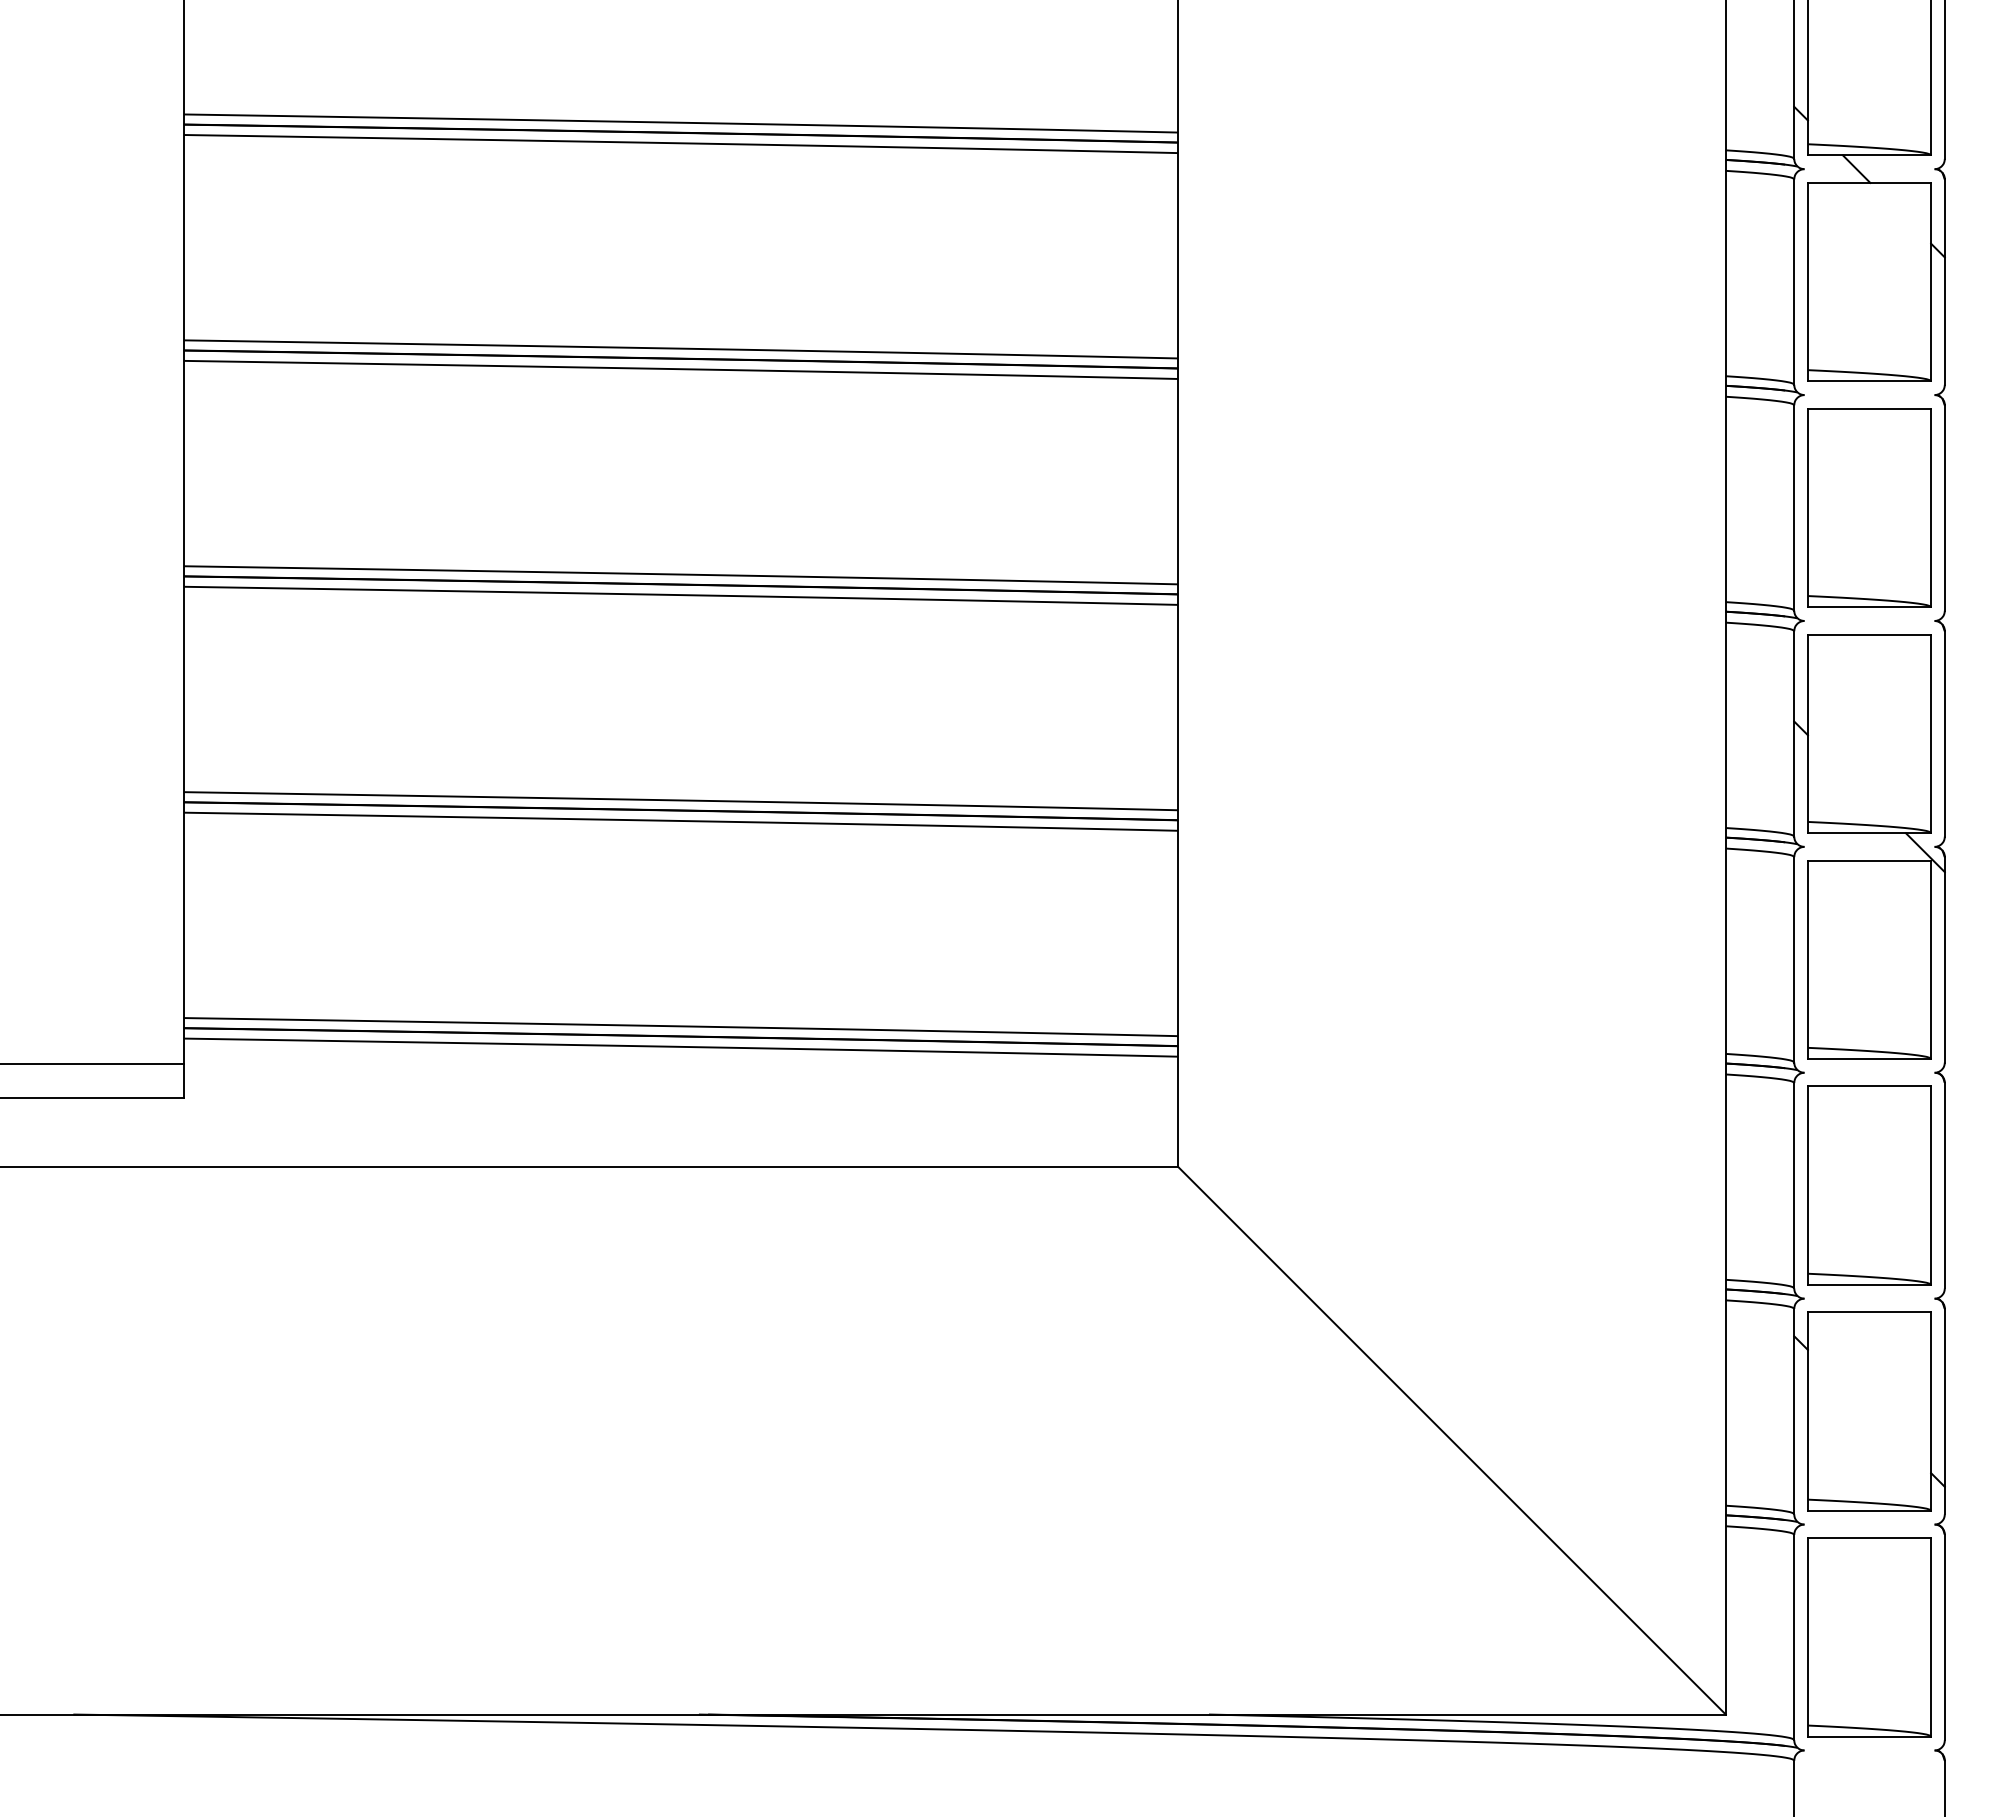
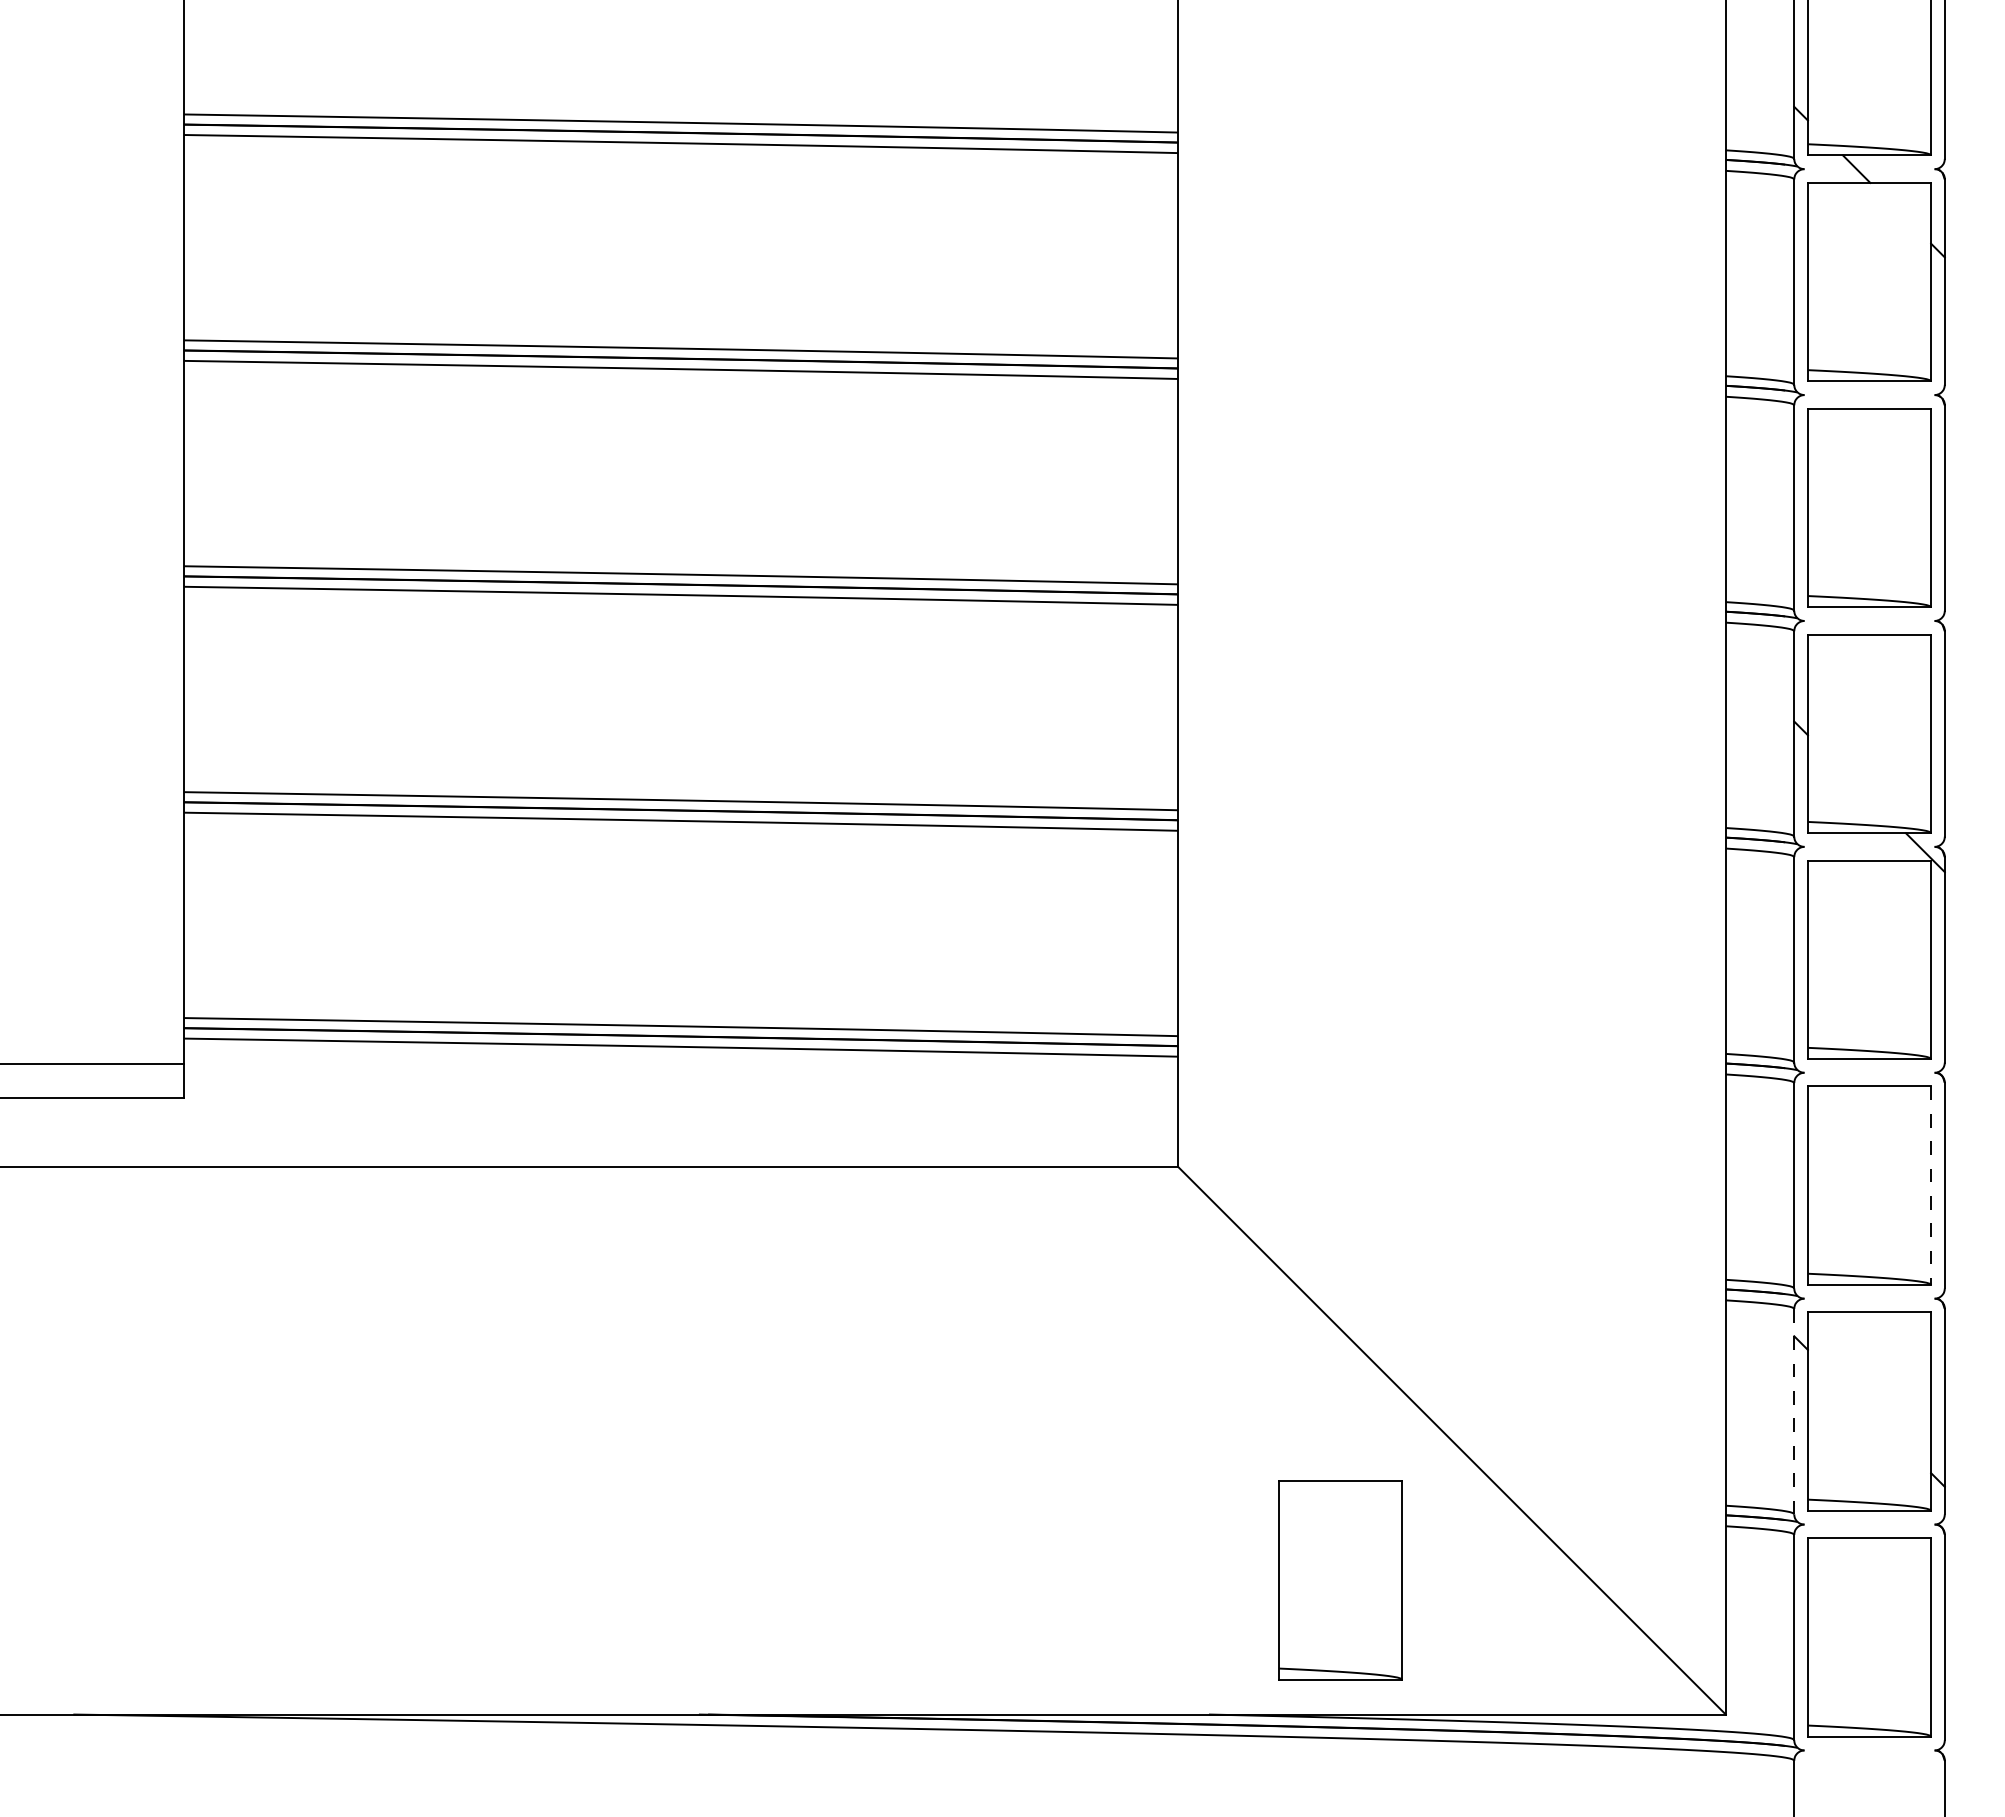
line at (1931, 1186): solid -> dashed
line at (1794, 1411): solid -> dashed
part at (1340, 1580): none -> present
